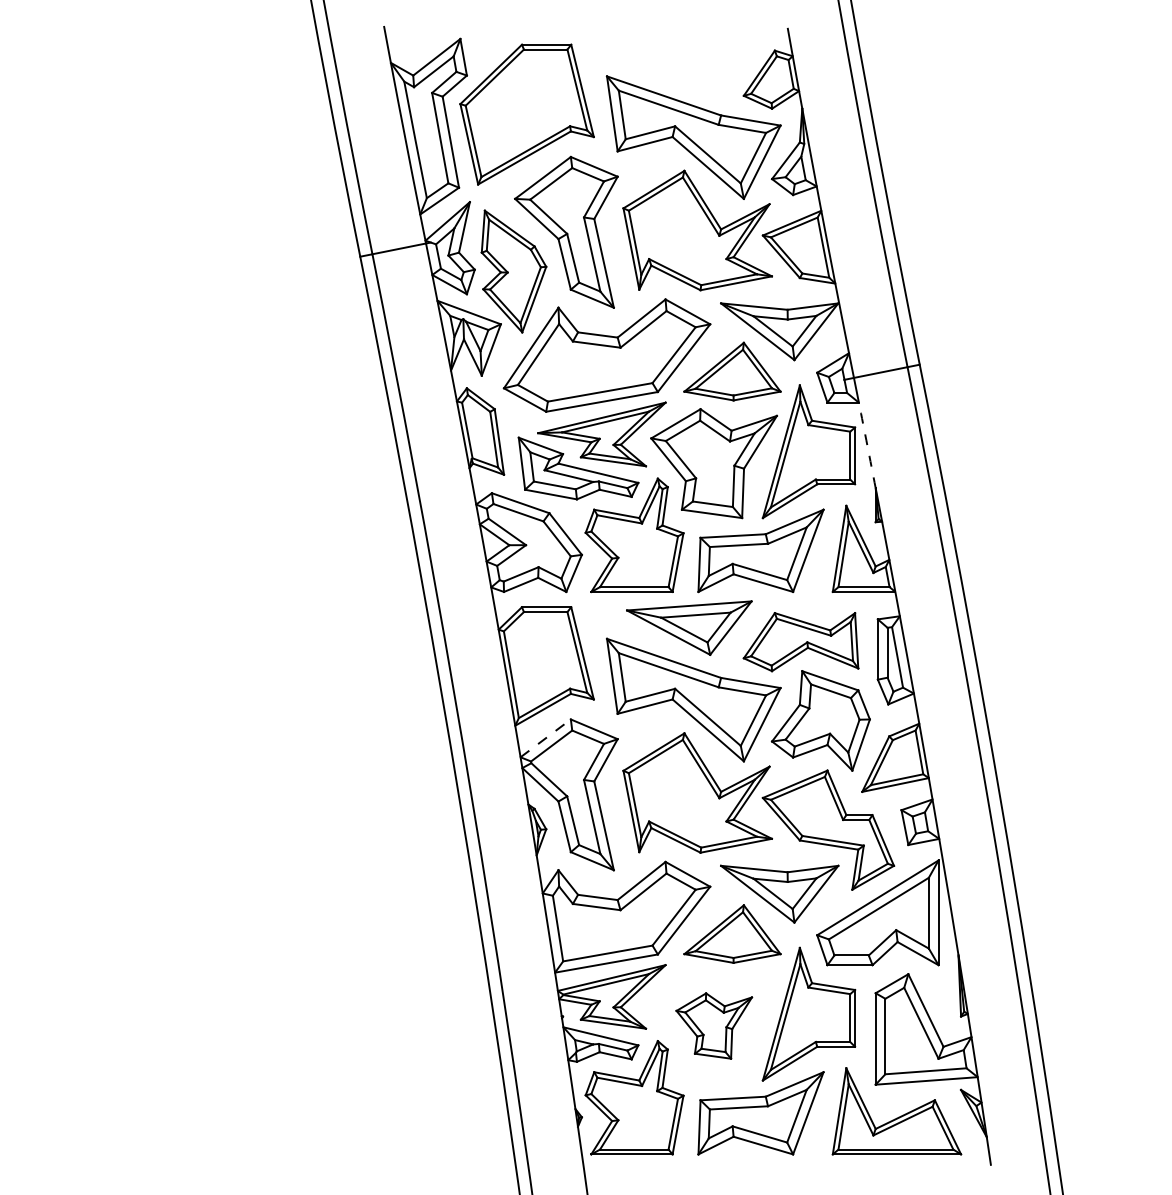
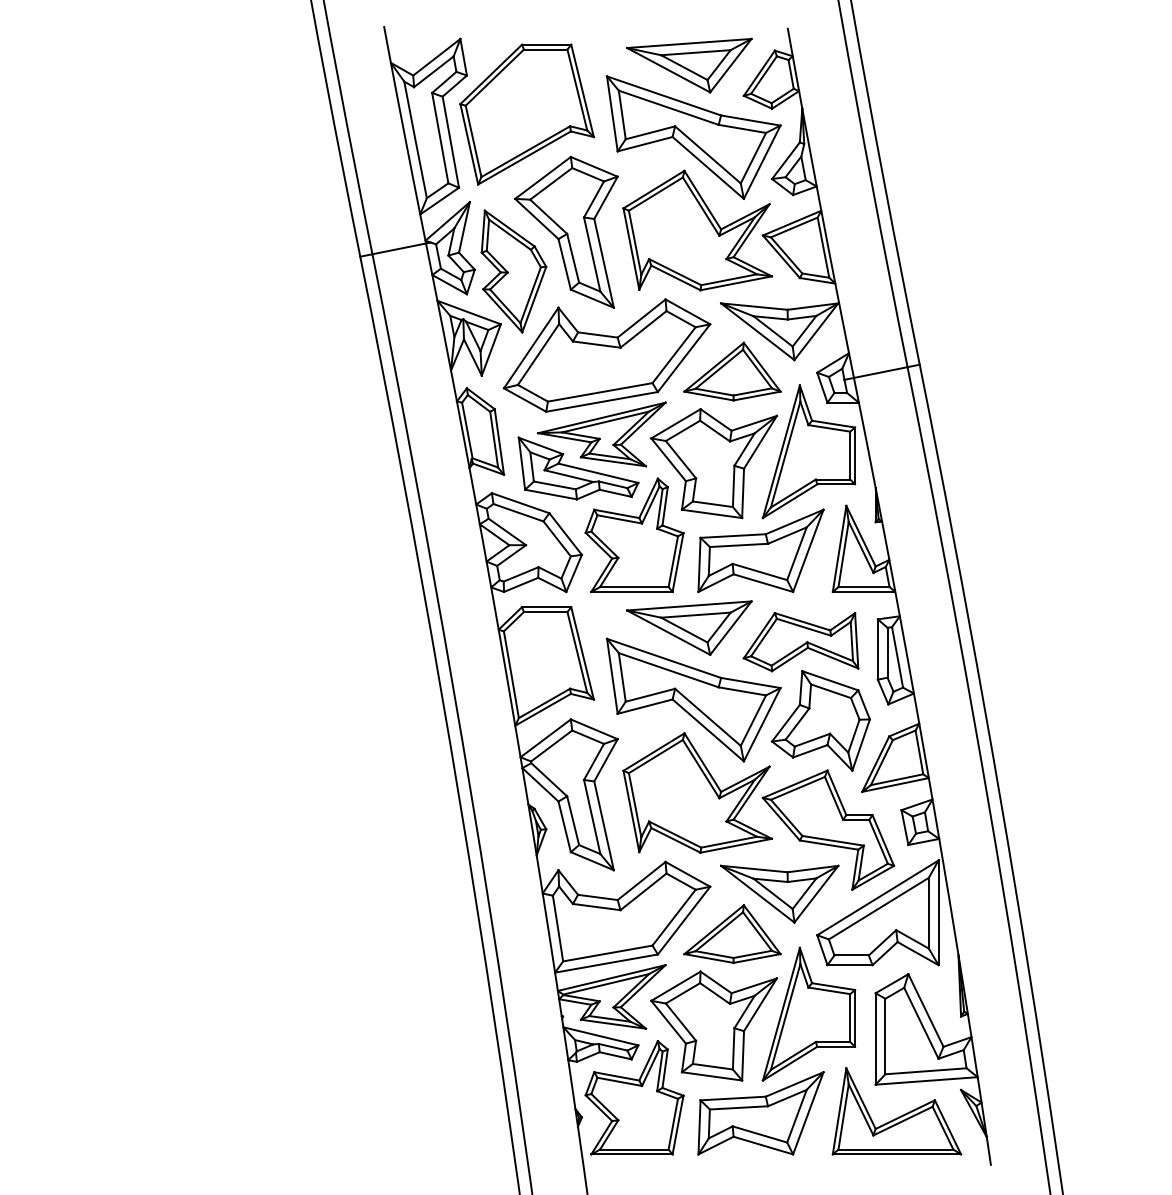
part at (689, 65): none -> present
arc at (867, 445): dashed -> solid
line at (546, 738): dashed -> solid
part at (714, 1025) size: 79x68 px -> 129x112 px
